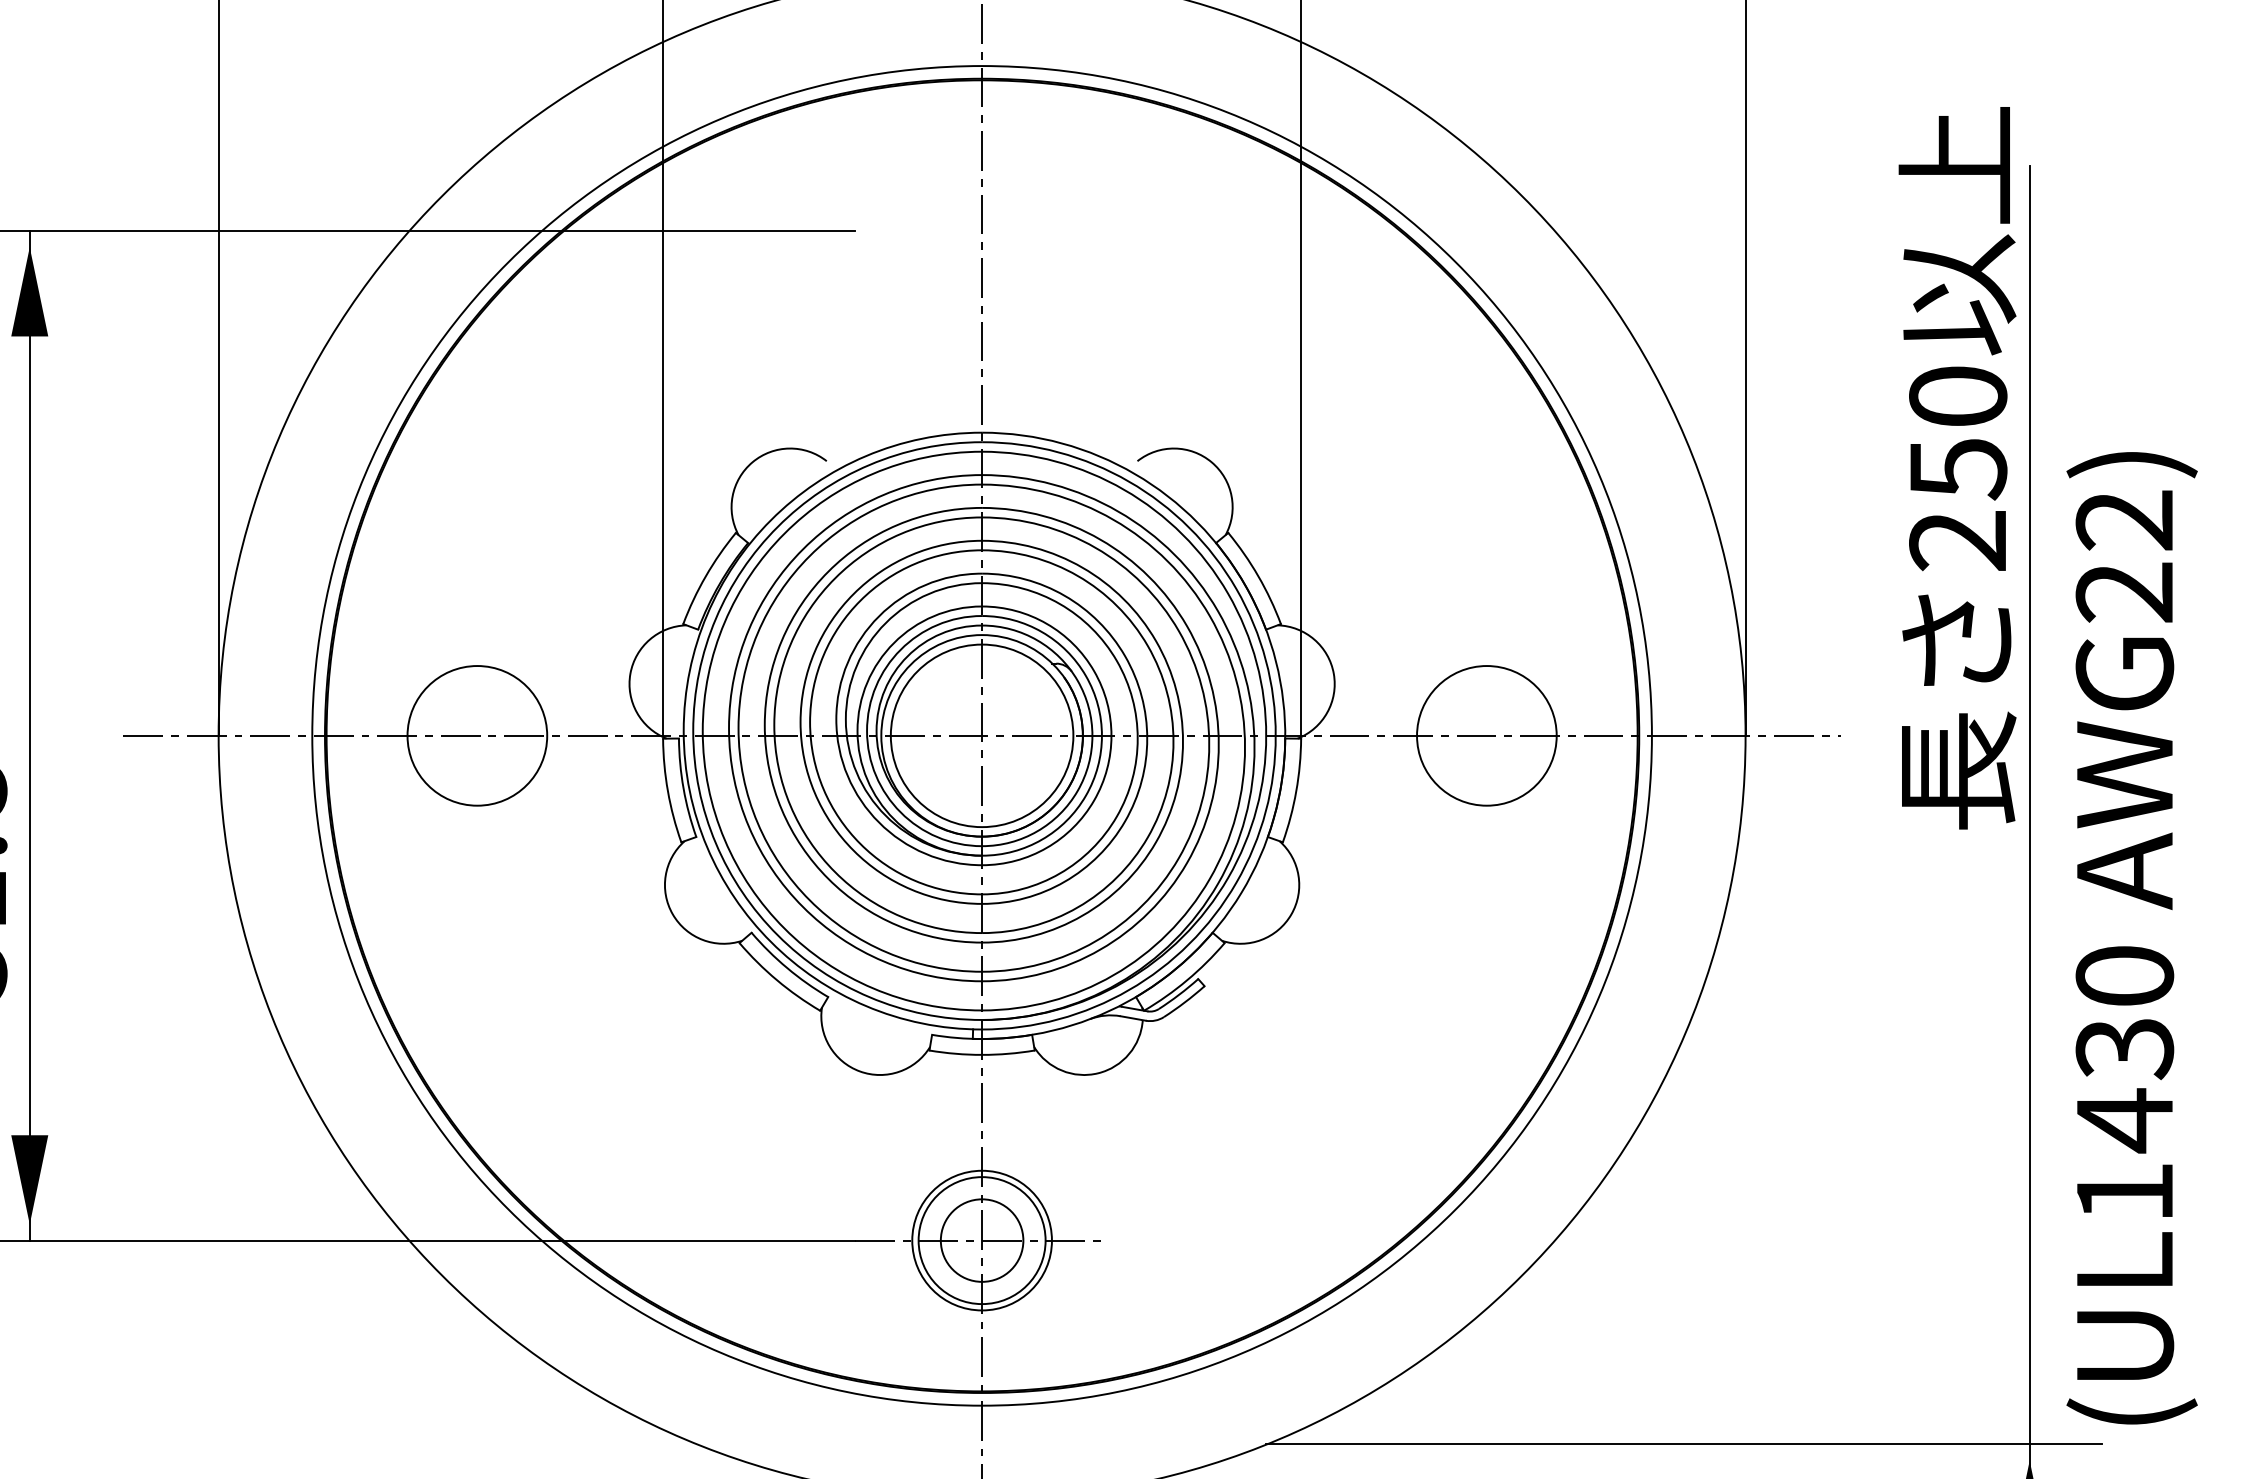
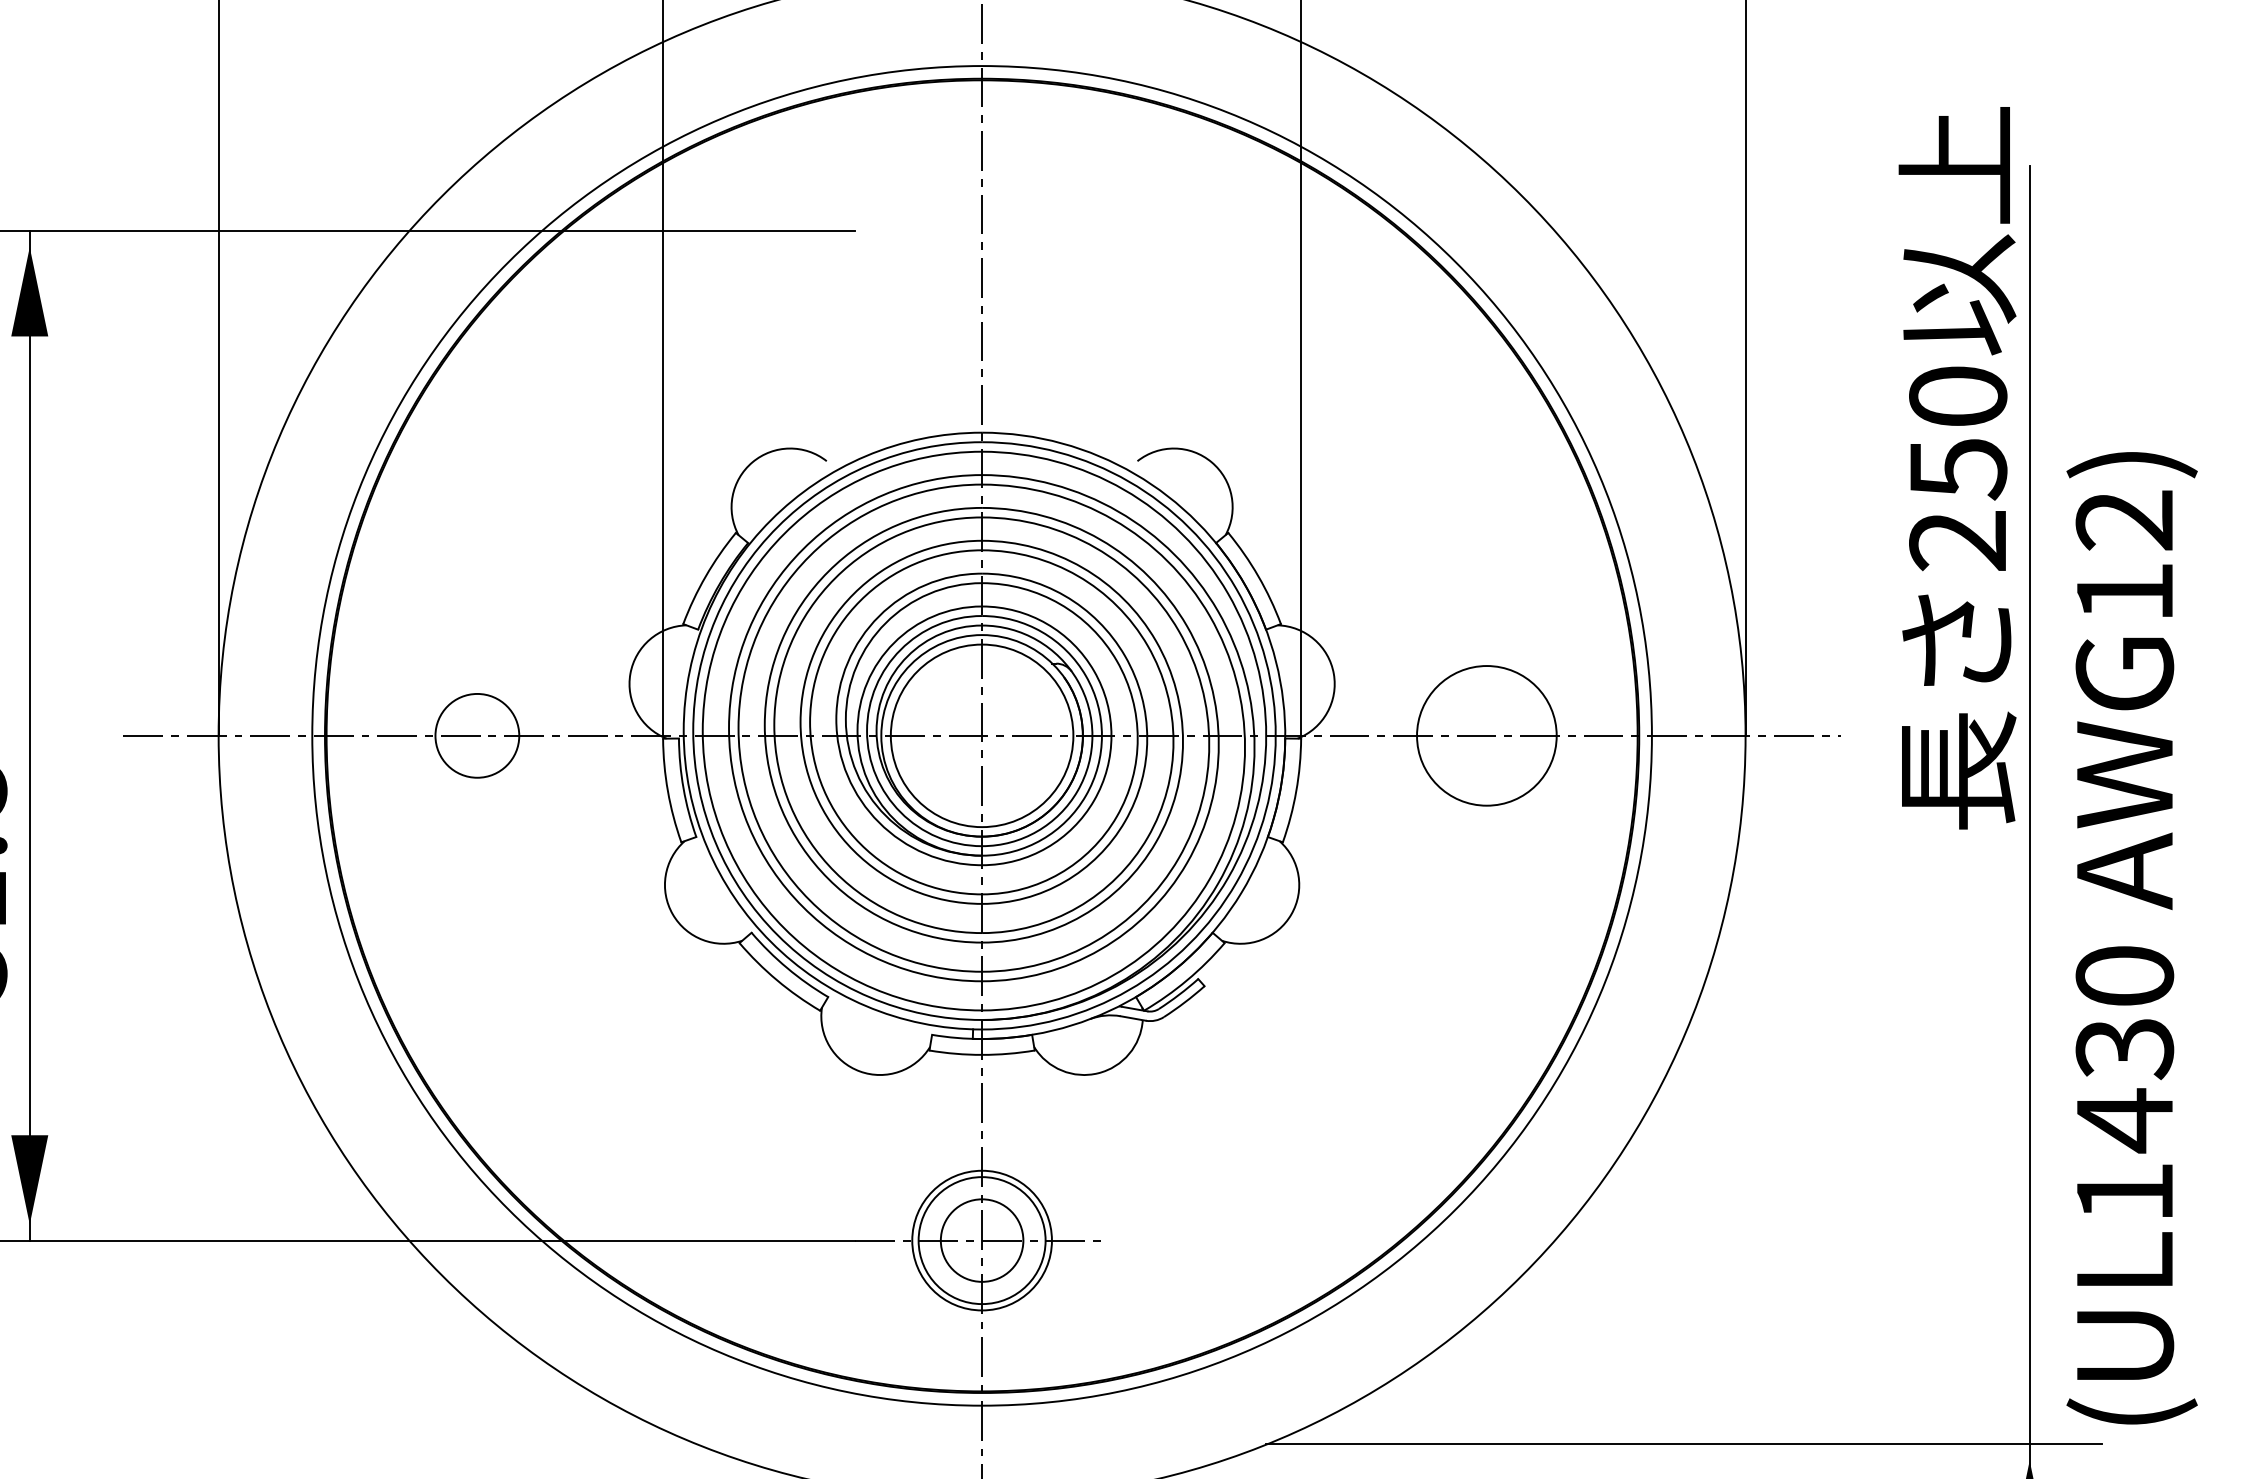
text at (2123, 592): AWG22) -> AWG12)
circle at (477, 735) diameter: 140 px -> 84 px
